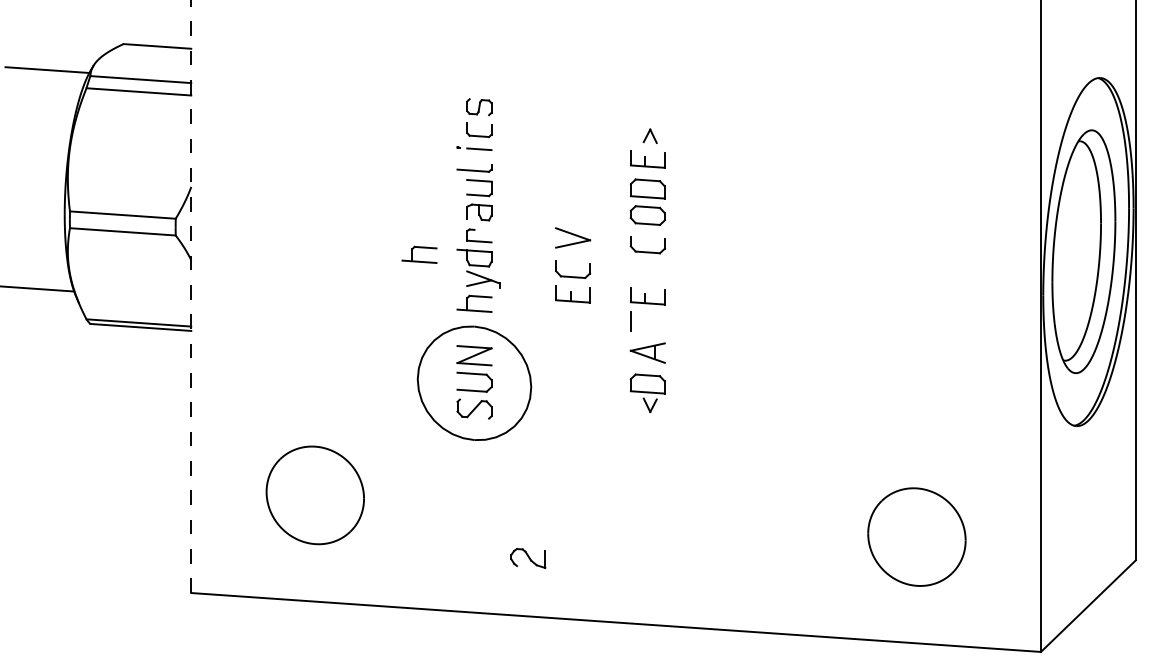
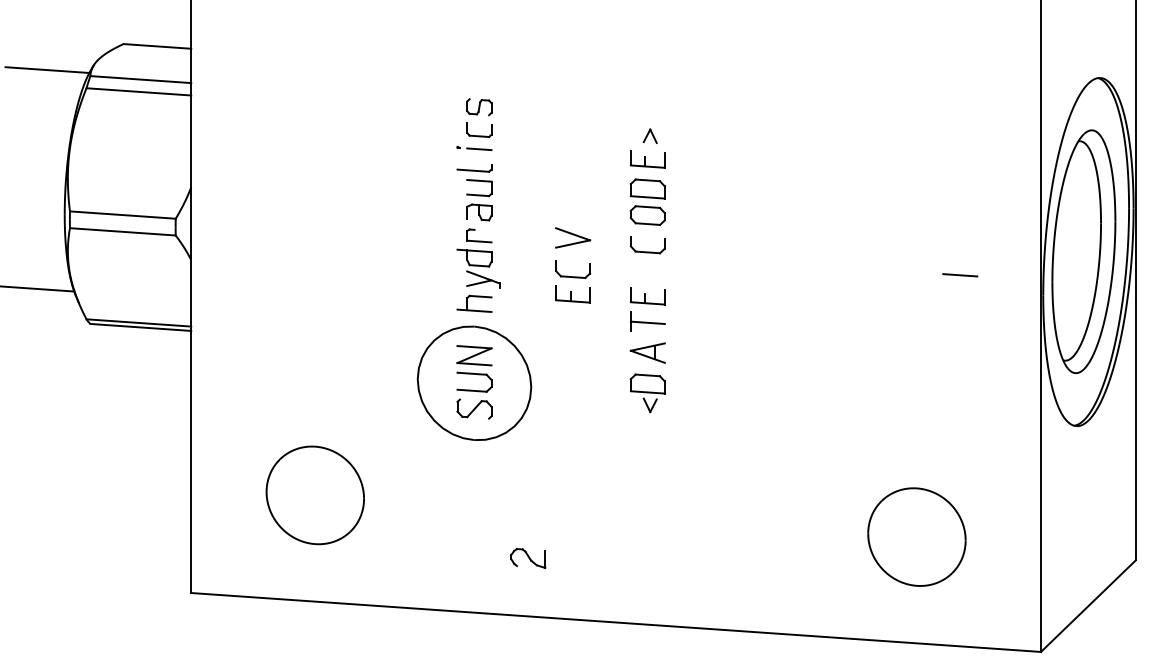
part at (419, 254): present -> none
line at (960, 275): none -> present
line at (191, 296): dashed -> solid
line at (647, 322): none -> present
